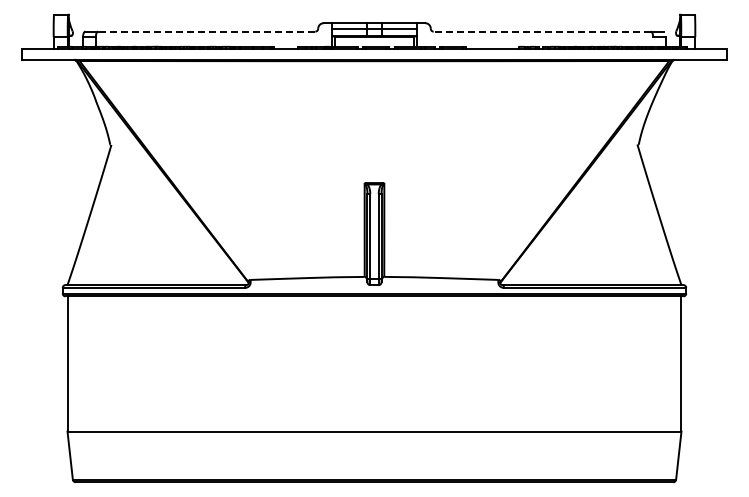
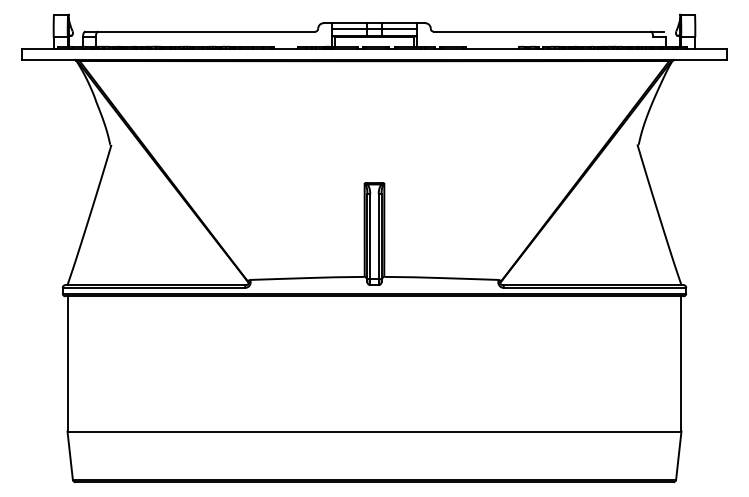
line at (206, 31): dashed -> solid
line at (542, 31): dashed -> solid
